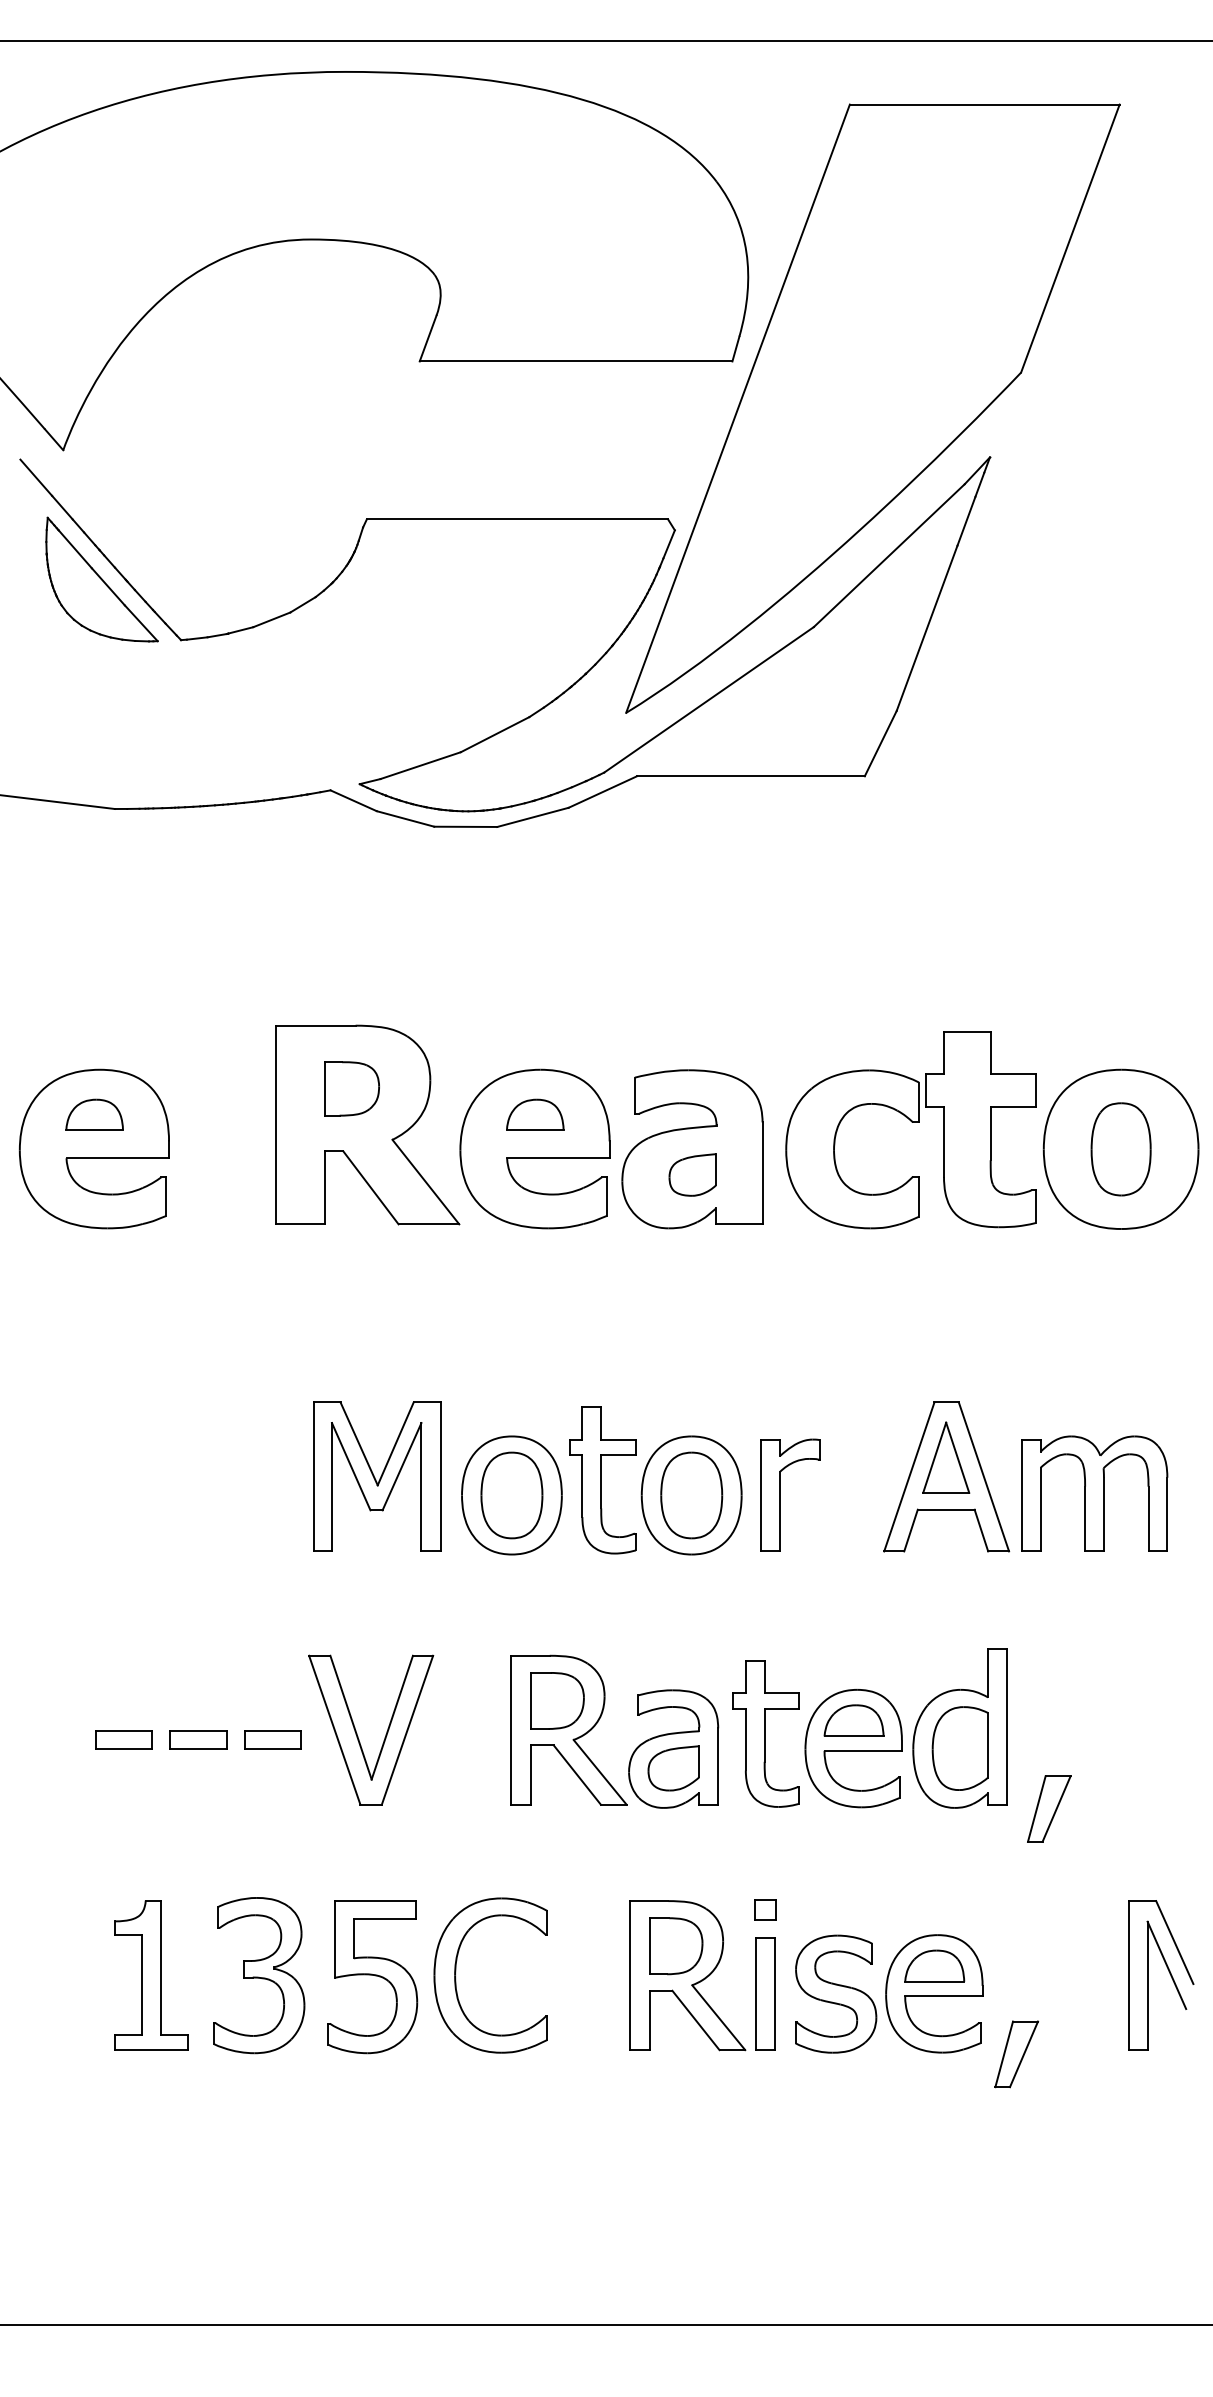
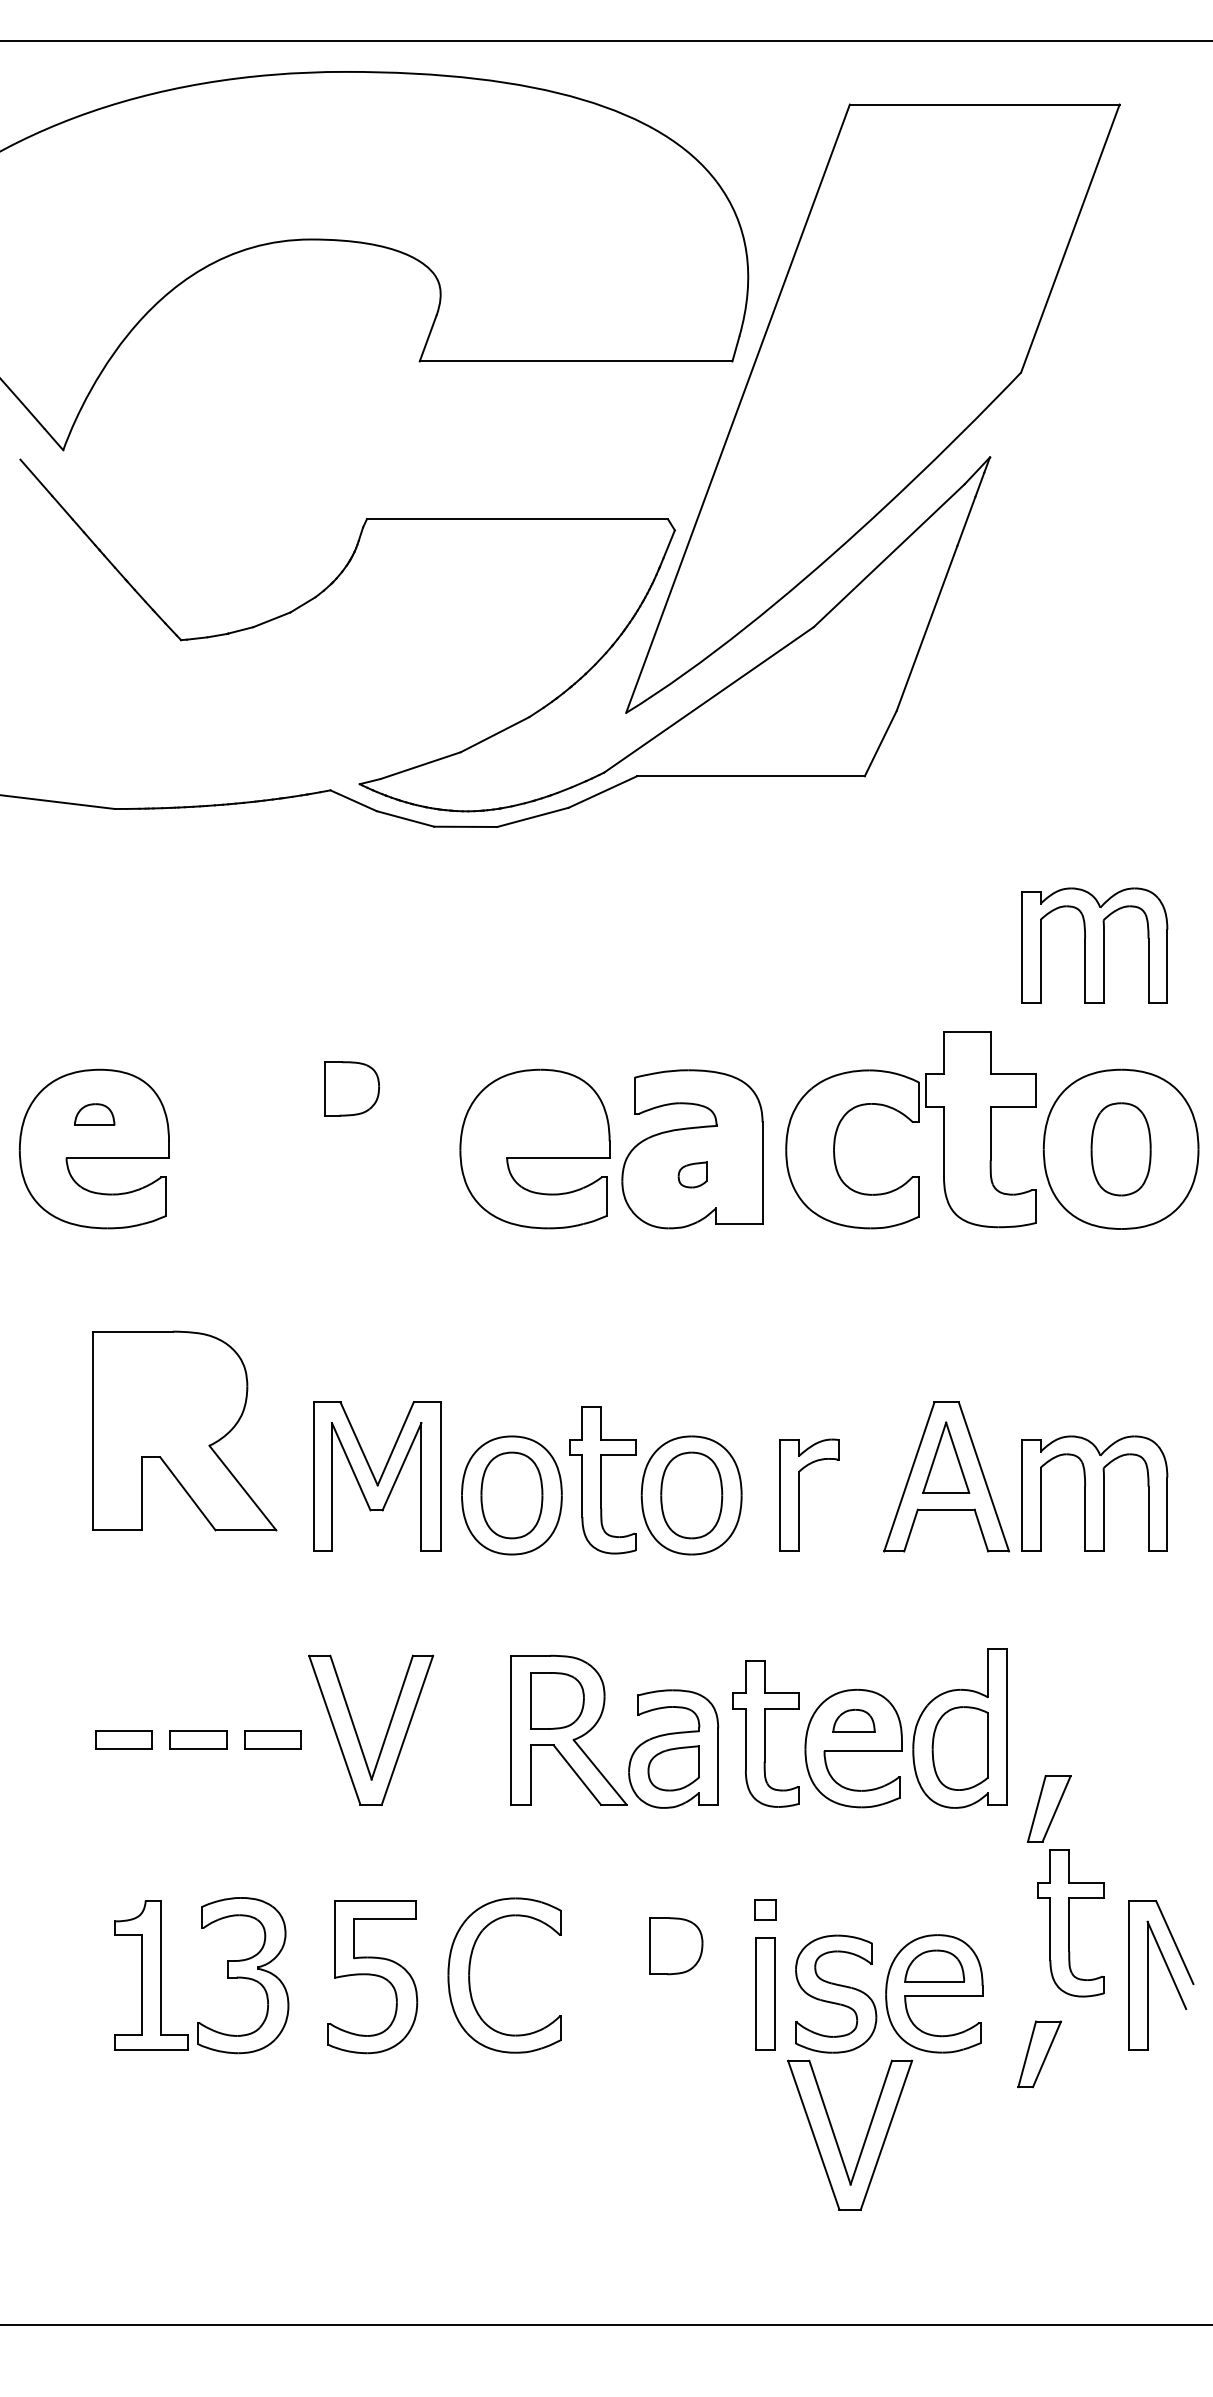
part at (101, 579): present -> none
part at (1094, 945): none -> present
part at (94, 1114) size: 59x33 px -> 42x23 px
part at (535, 1114): present -> none
part at (367, 1124) position: (367, 1124) -> (184, 1430)
part at (692, 1174) size: 49x44 px -> 31x28 px
part at (780, 1494) position: (780, 1494) -> (799, 1494)
part at (853, 1720) size: 62x33 px -> 44x24 px
part at (1070, 1923): none -> present
part at (456, 1971) position: (456, 1971) -> (470, 1971)
part at (259, 1975) position: (259, 1975) -> (243, 1975)
part at (687, 1975): present -> none
part at (1016, 2054) position: (1016, 2054) -> (1039, 2054)
part at (836, 2138): none -> present
